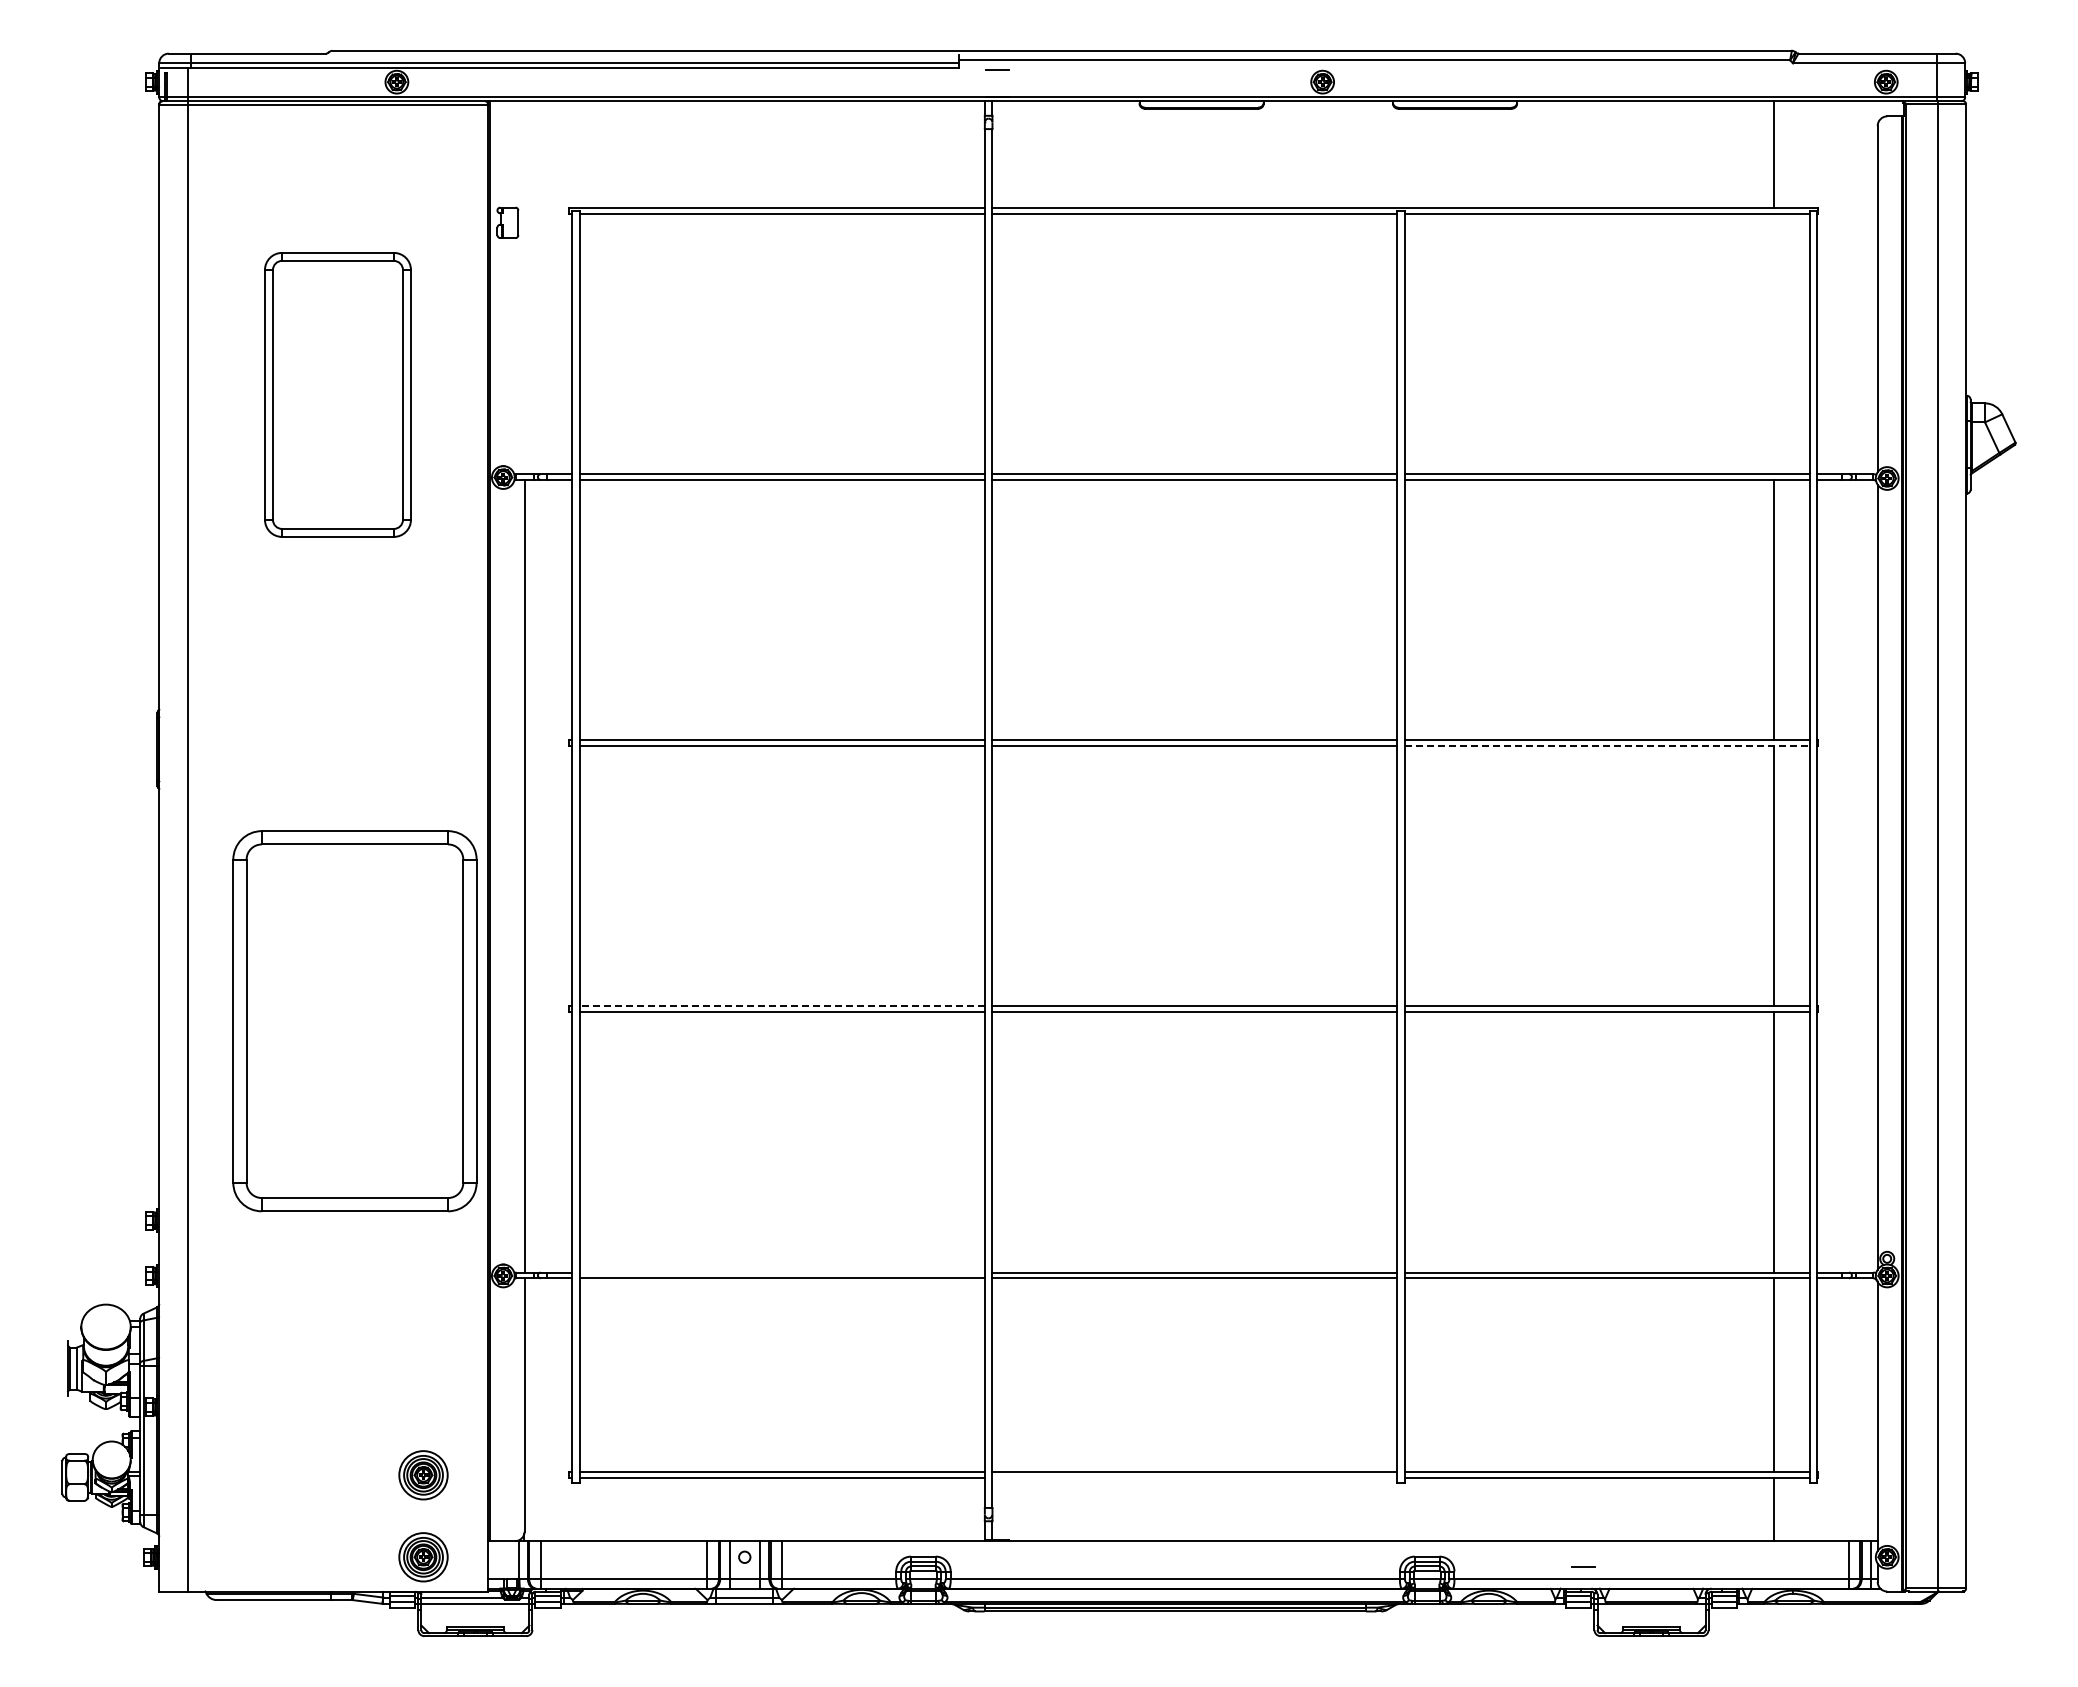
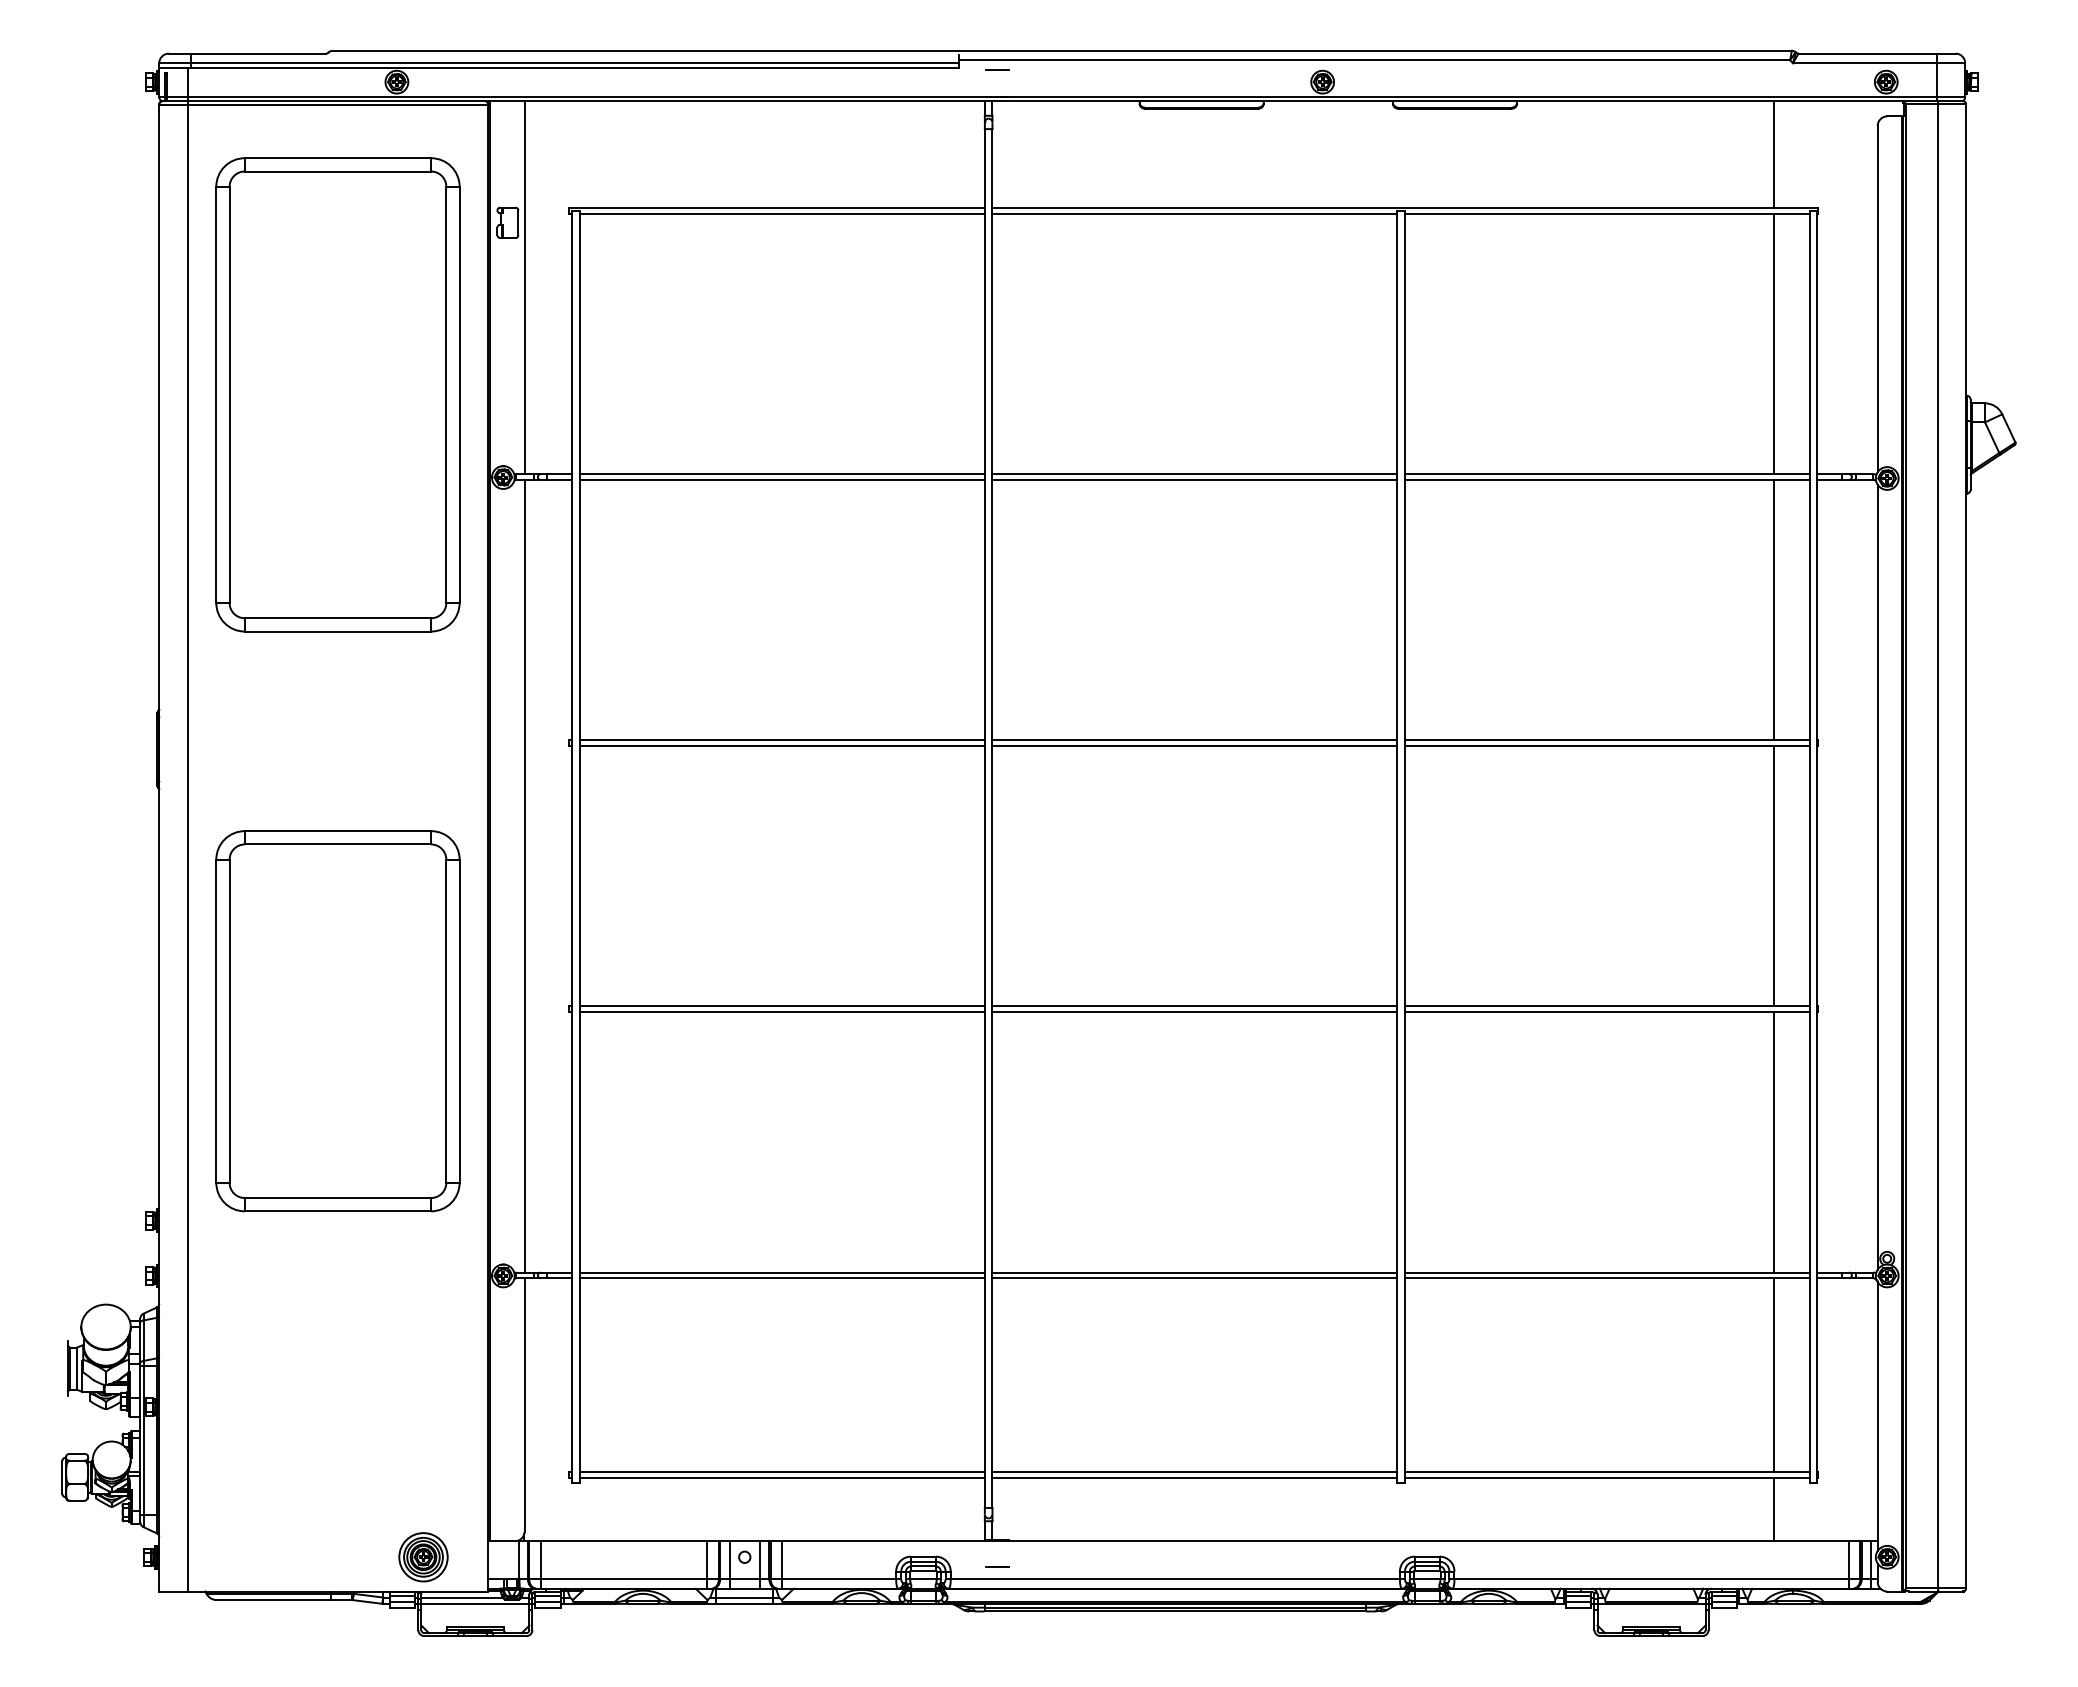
line at (524, 287): none -> present
line at (1774, 343): none -> present
part at (337, 394) size: 148x286 px -> 246x476 px
line at (1607, 746): dashed -> solid
line at (781, 1006): dashed -> solid
part at (354, 1021) position: (354, 1021) -> (337, 1021)
line at (781, 1272): none -> present
part at (423, 1475): present -> none
line at (1194, 1477): none -> present
line at (1583, 1566) position: (1583, 1566) -> (997, 1566)
